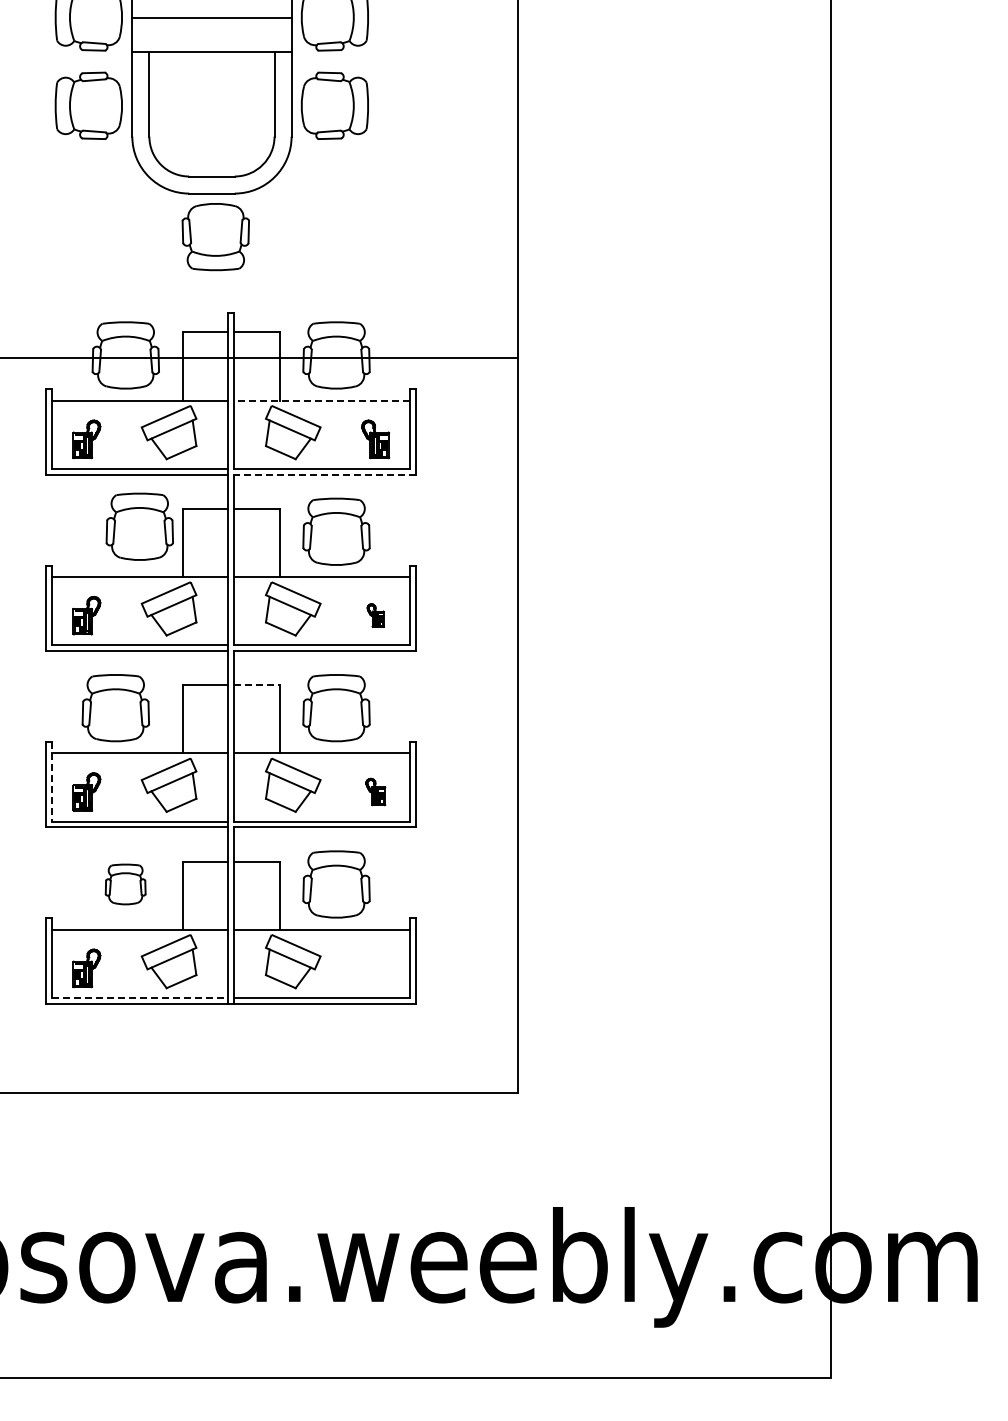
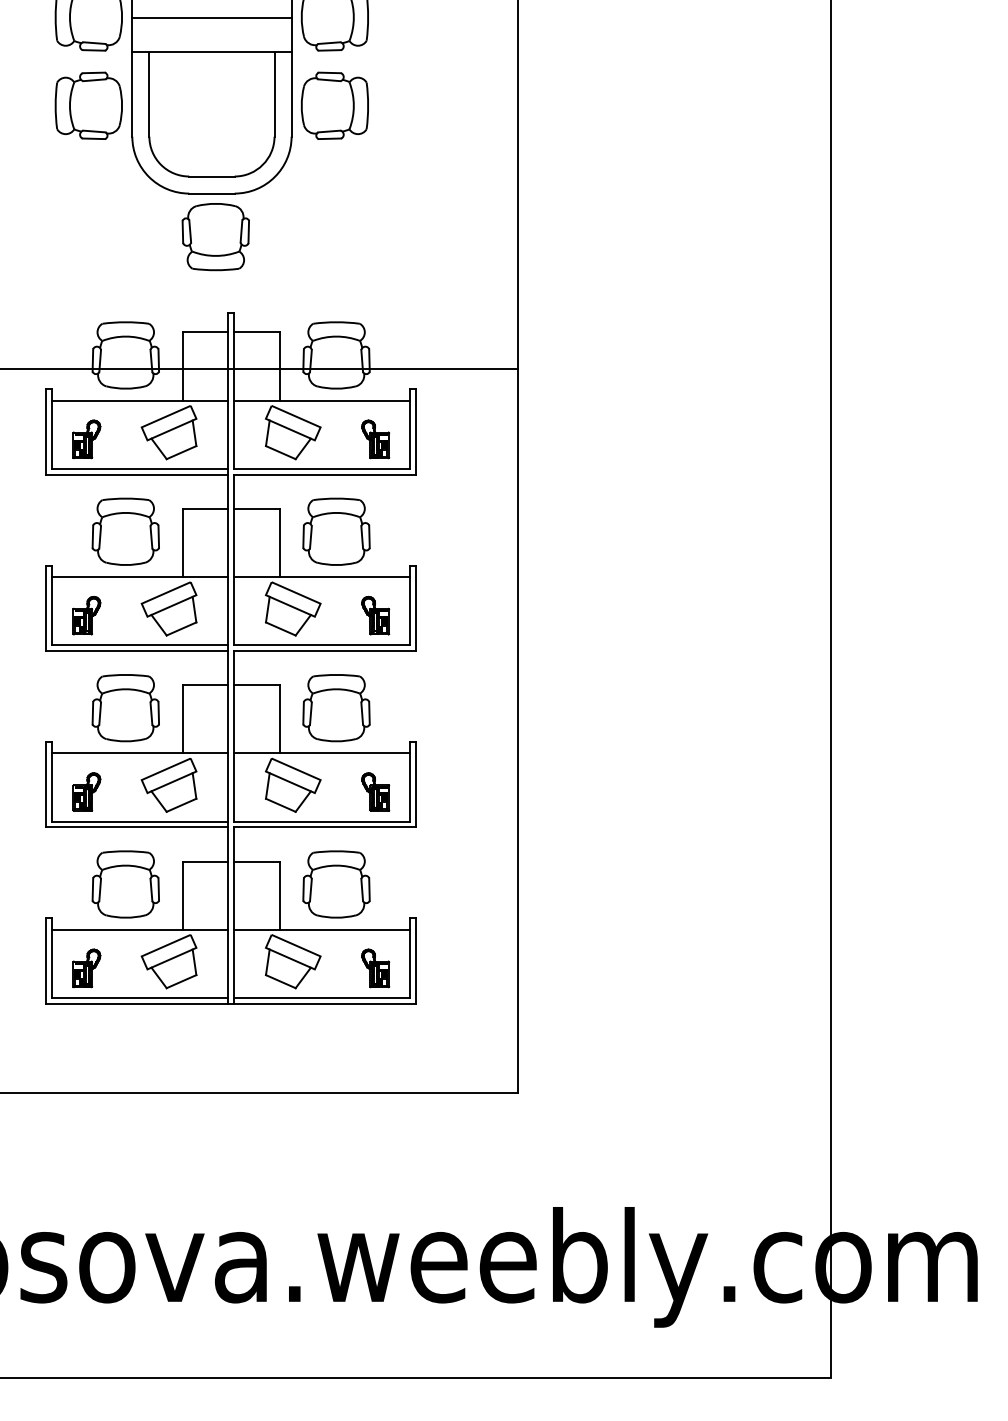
line at (260, 358) position: (260, 358) -> (260, 369)
line at (321, 400): dashed -> solid
line at (324, 474): dashed -> solid
part at (139, 526) position: (139, 526) -> (125, 531)
part at (375, 615) size: 19x25 px -> 30x41 px
line at (256, 685): dashed -> solid
part at (115, 708) position: (115, 708) -> (125, 708)
line at (52, 781): dashed -> solid
part at (375, 791) size: 22x30 px -> 30x40 px
part at (125, 884) size: 43x43 px -> 69x69 px
part at (375, 968): none -> present
line at (140, 998): dashed -> solid
